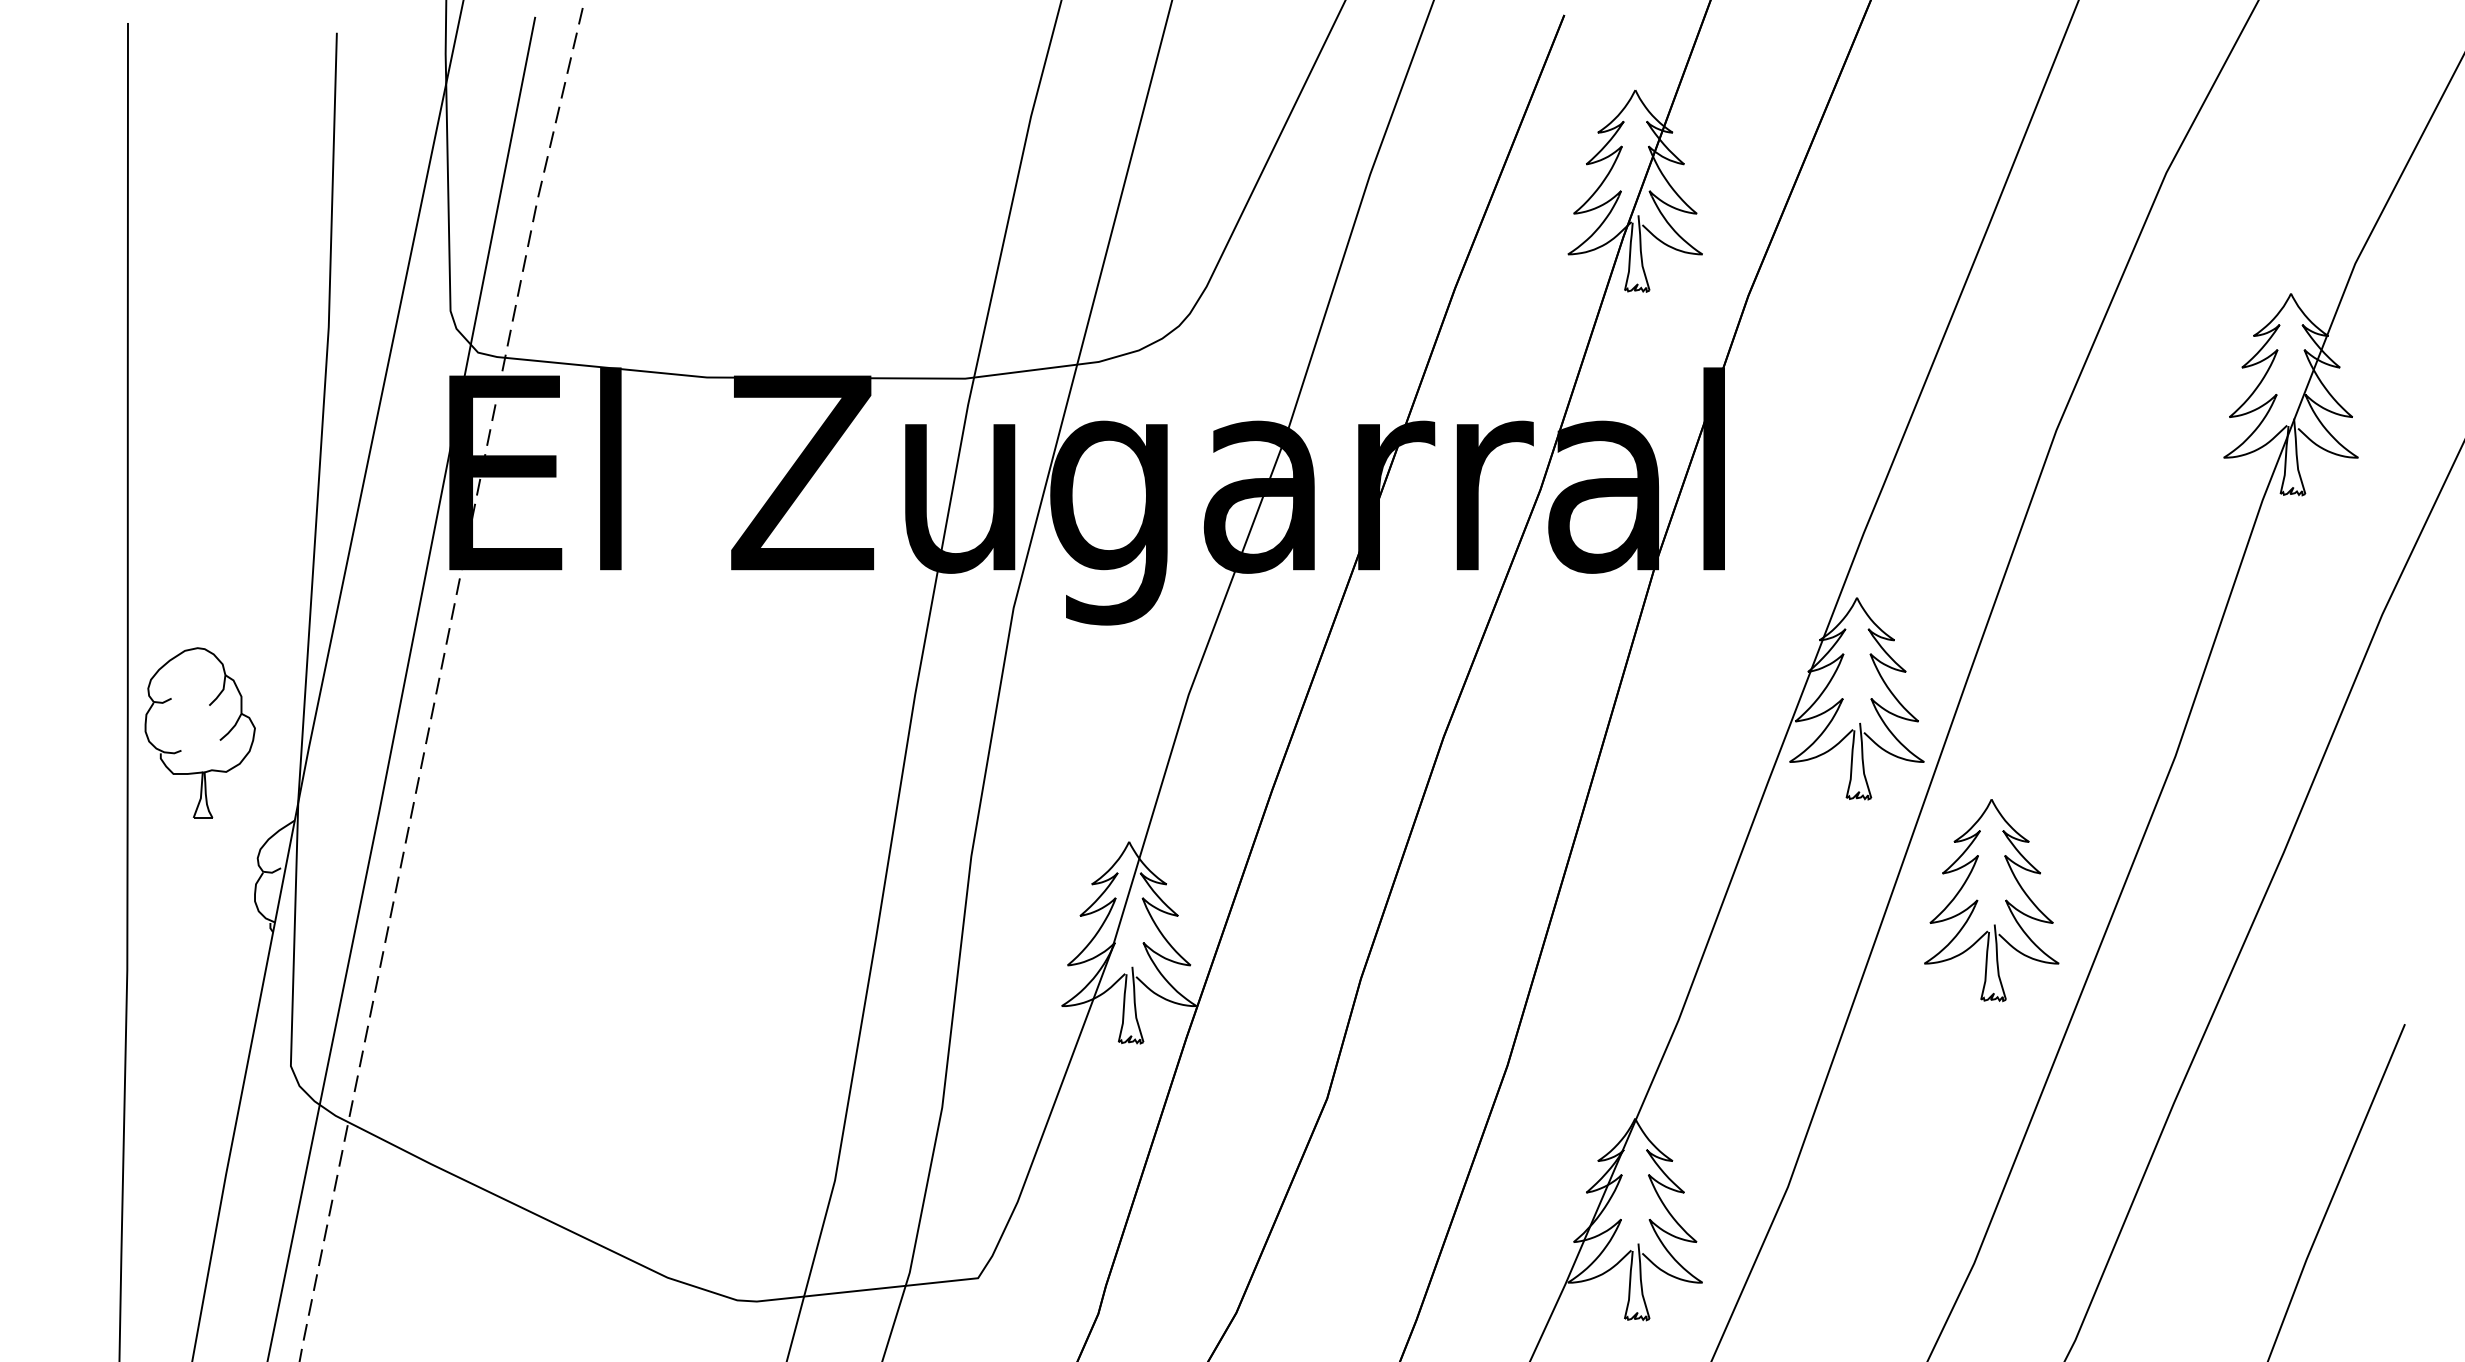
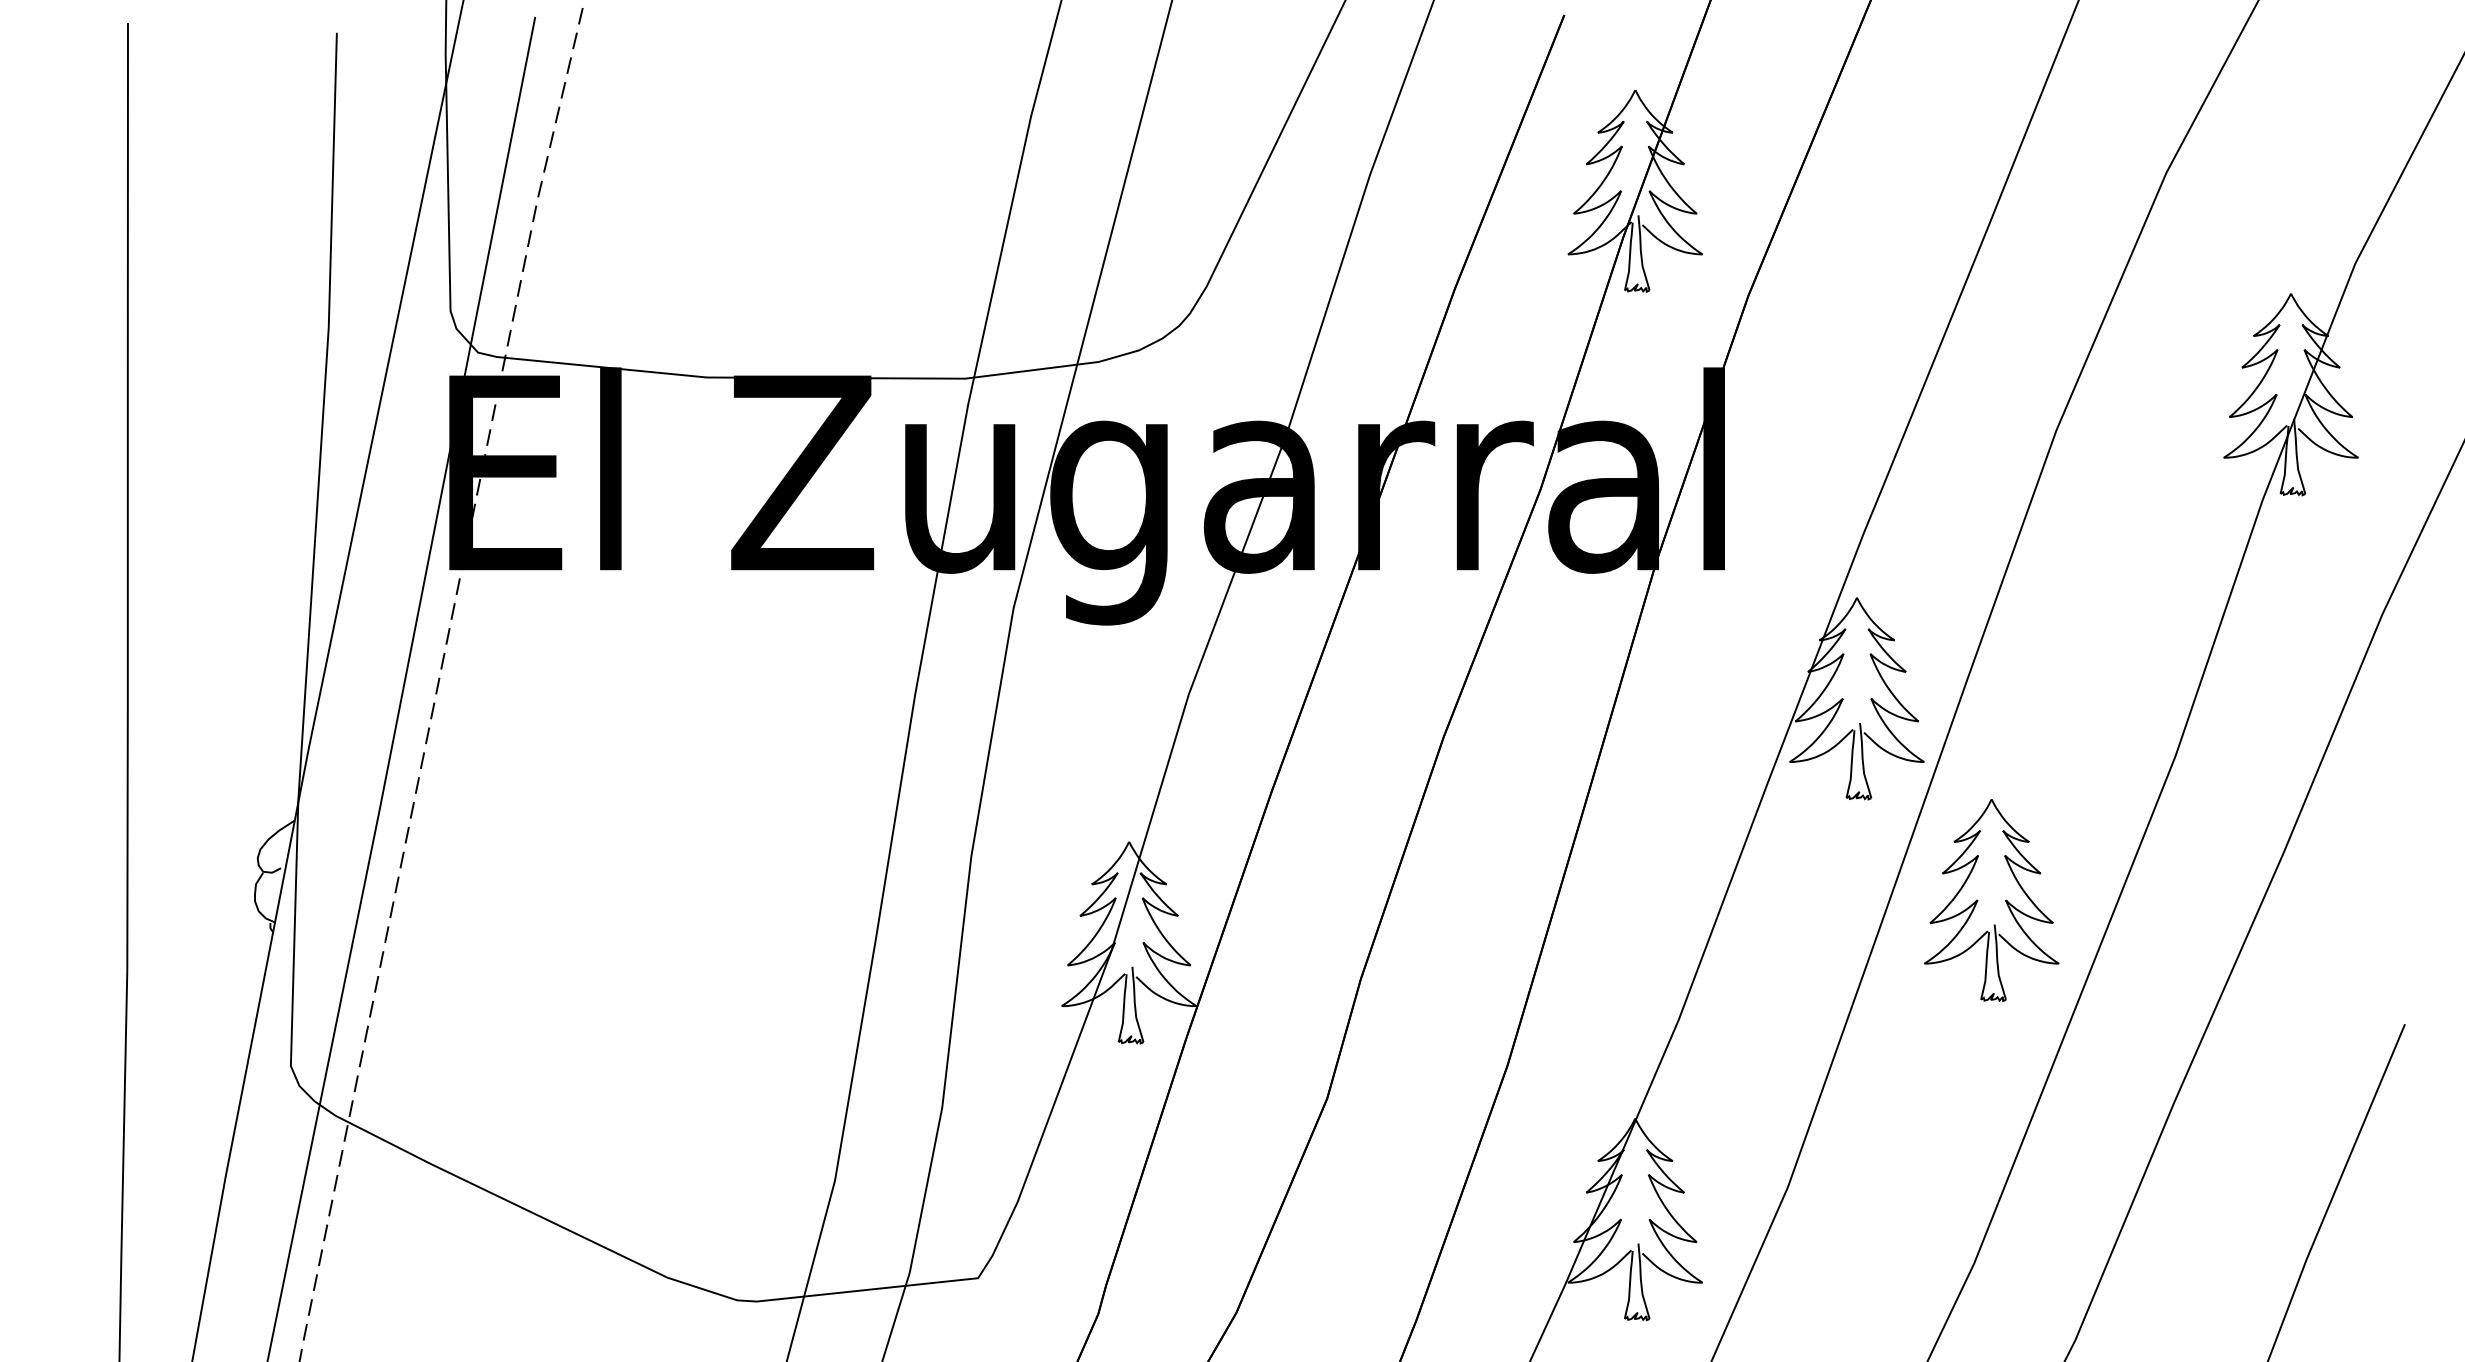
part at (199, 732): present -> none
